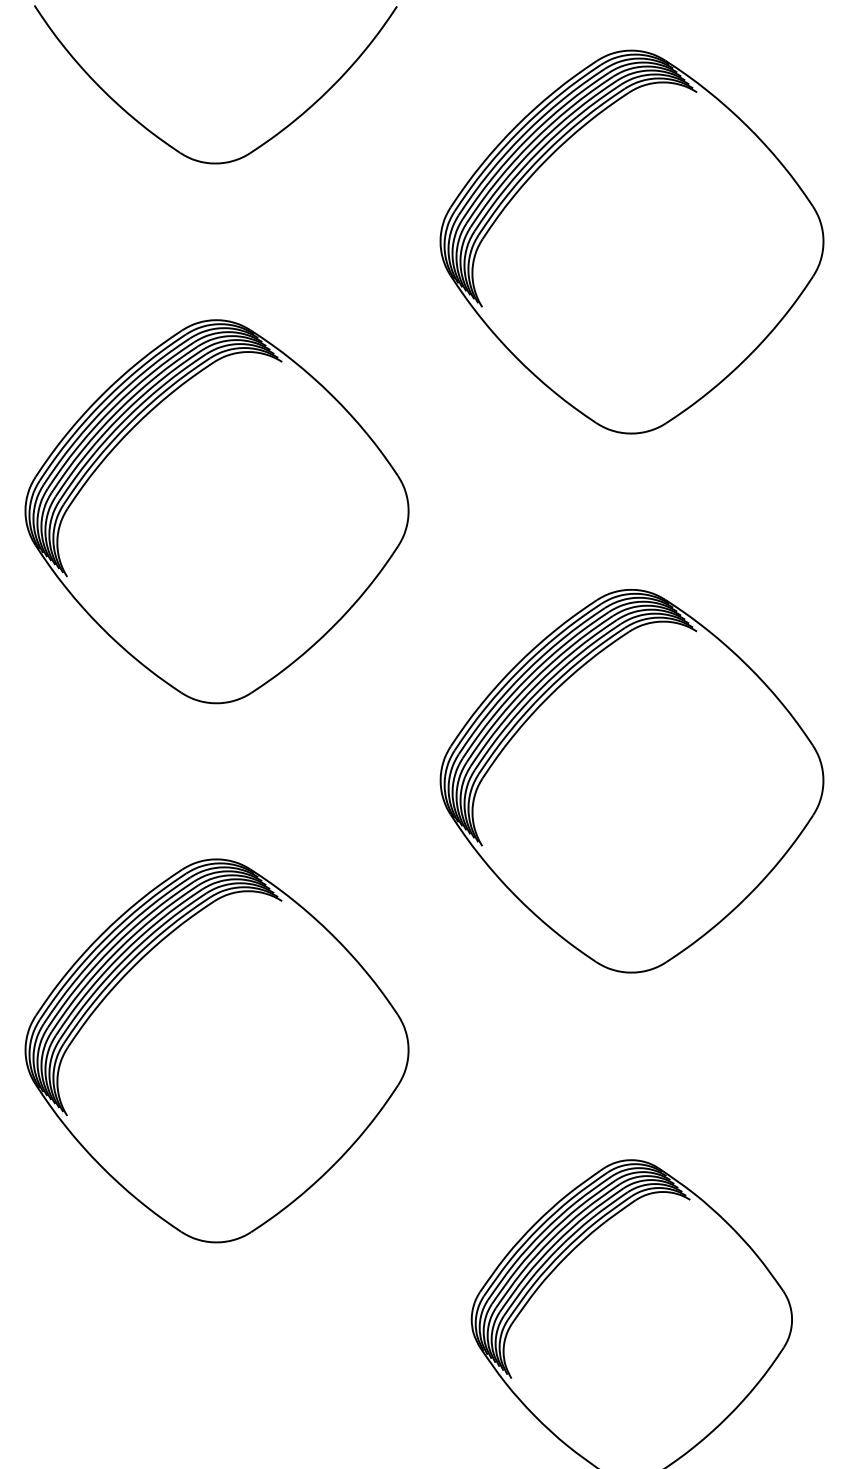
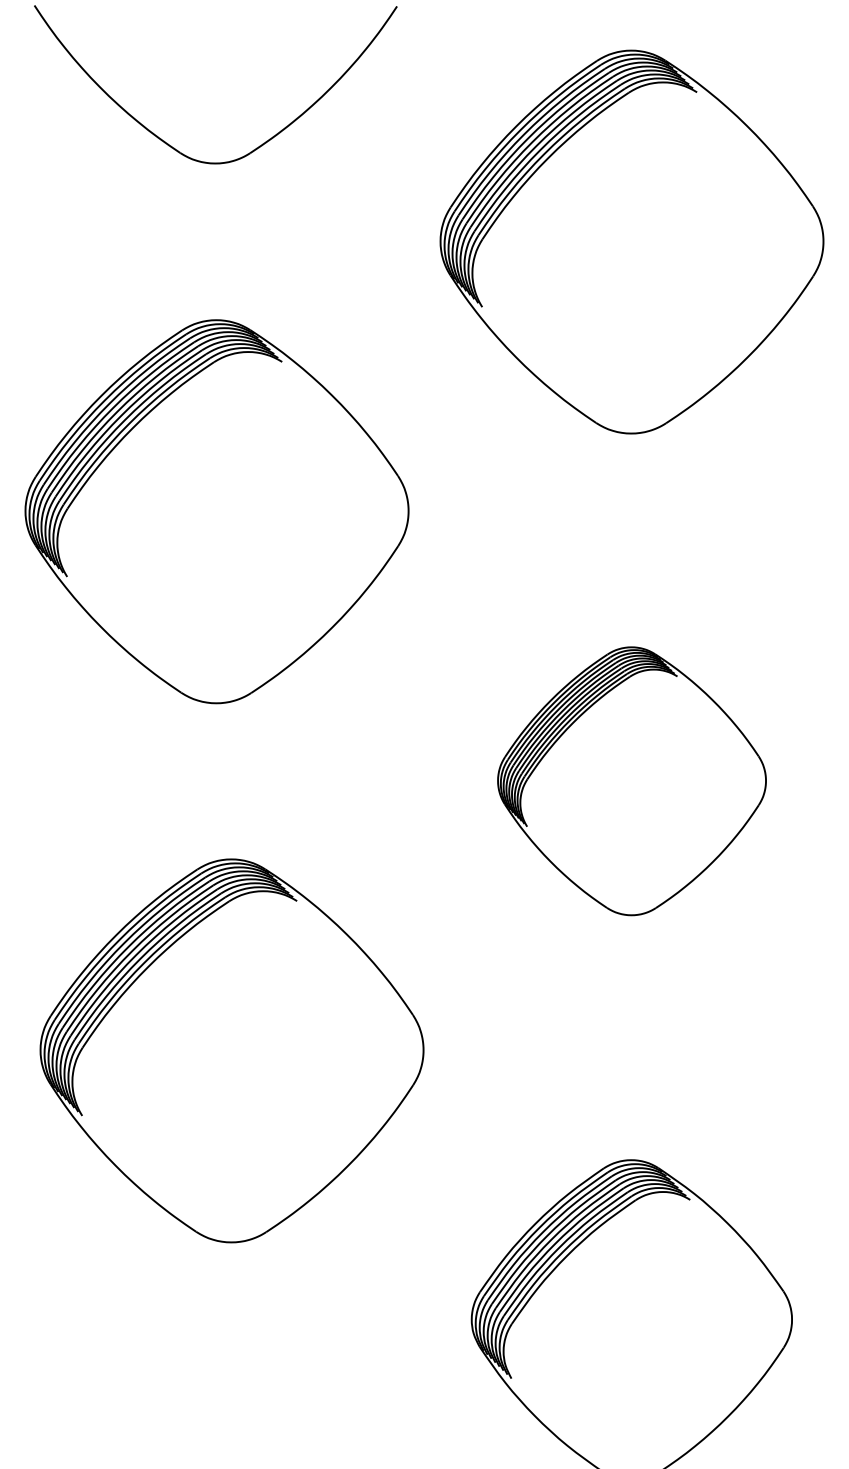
part at (631, 781) size: 386x385 px -> 270x271 px
part at (216, 1050) position: (216, 1050) -> (231, 1050)
